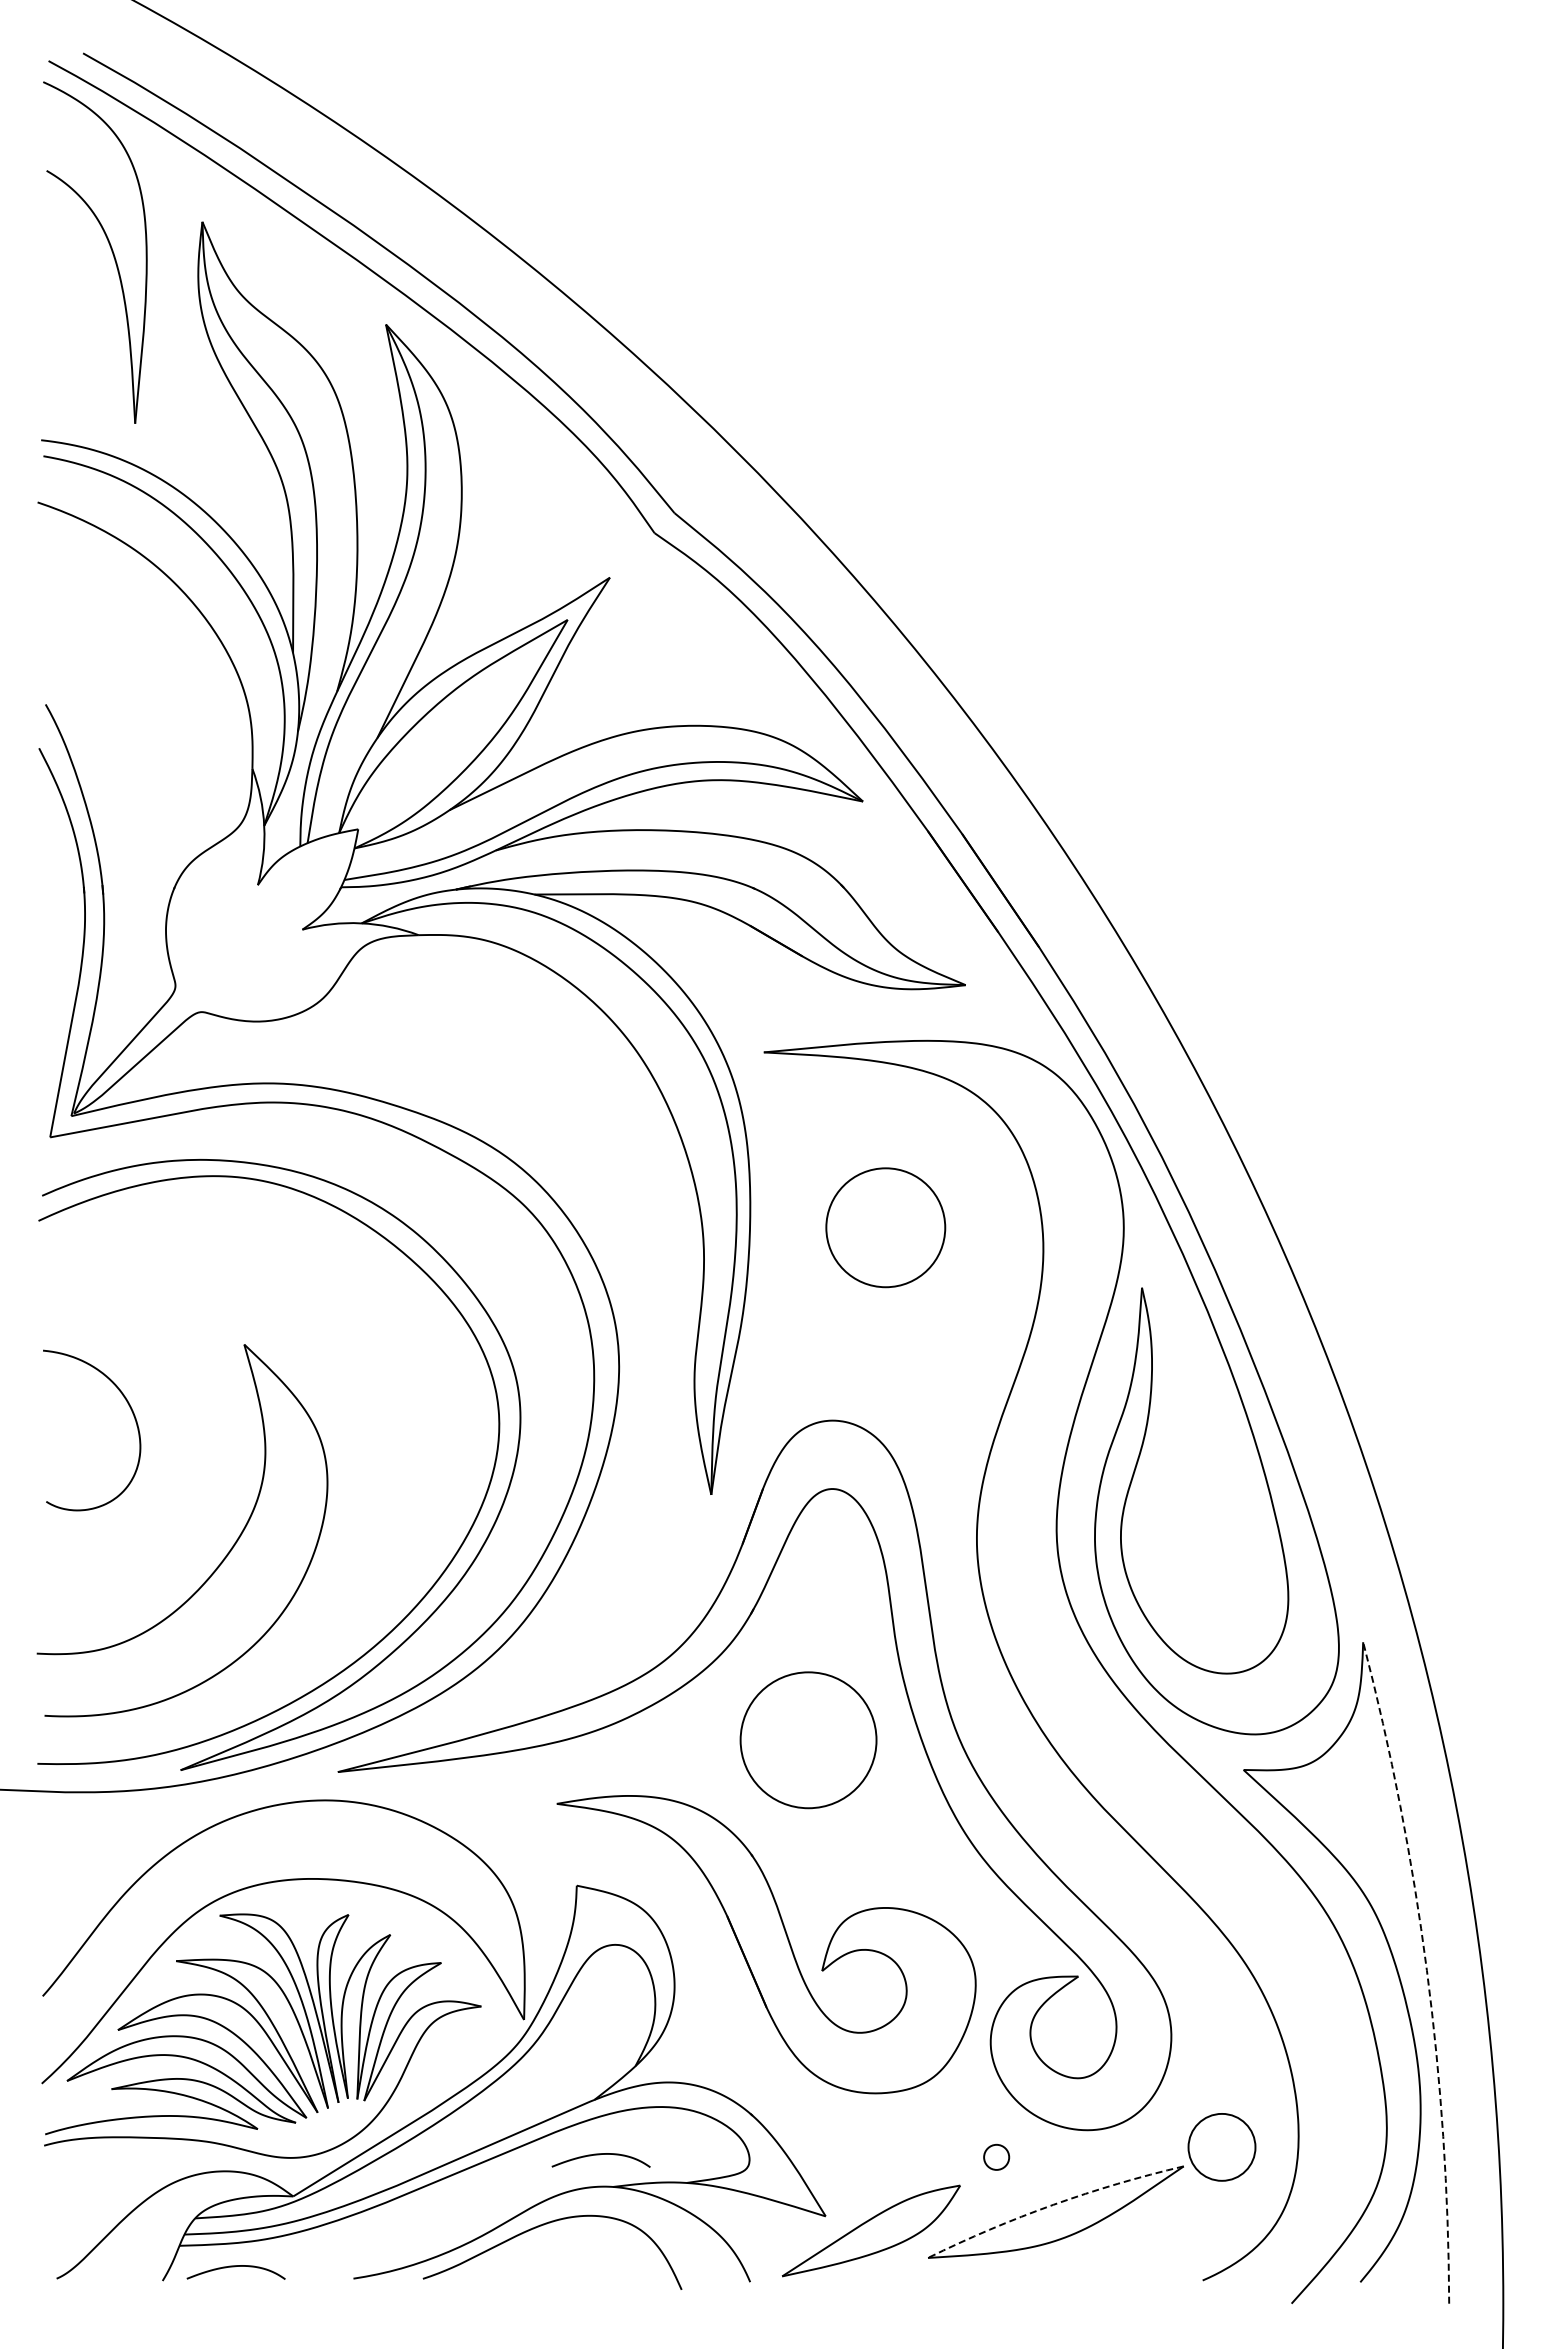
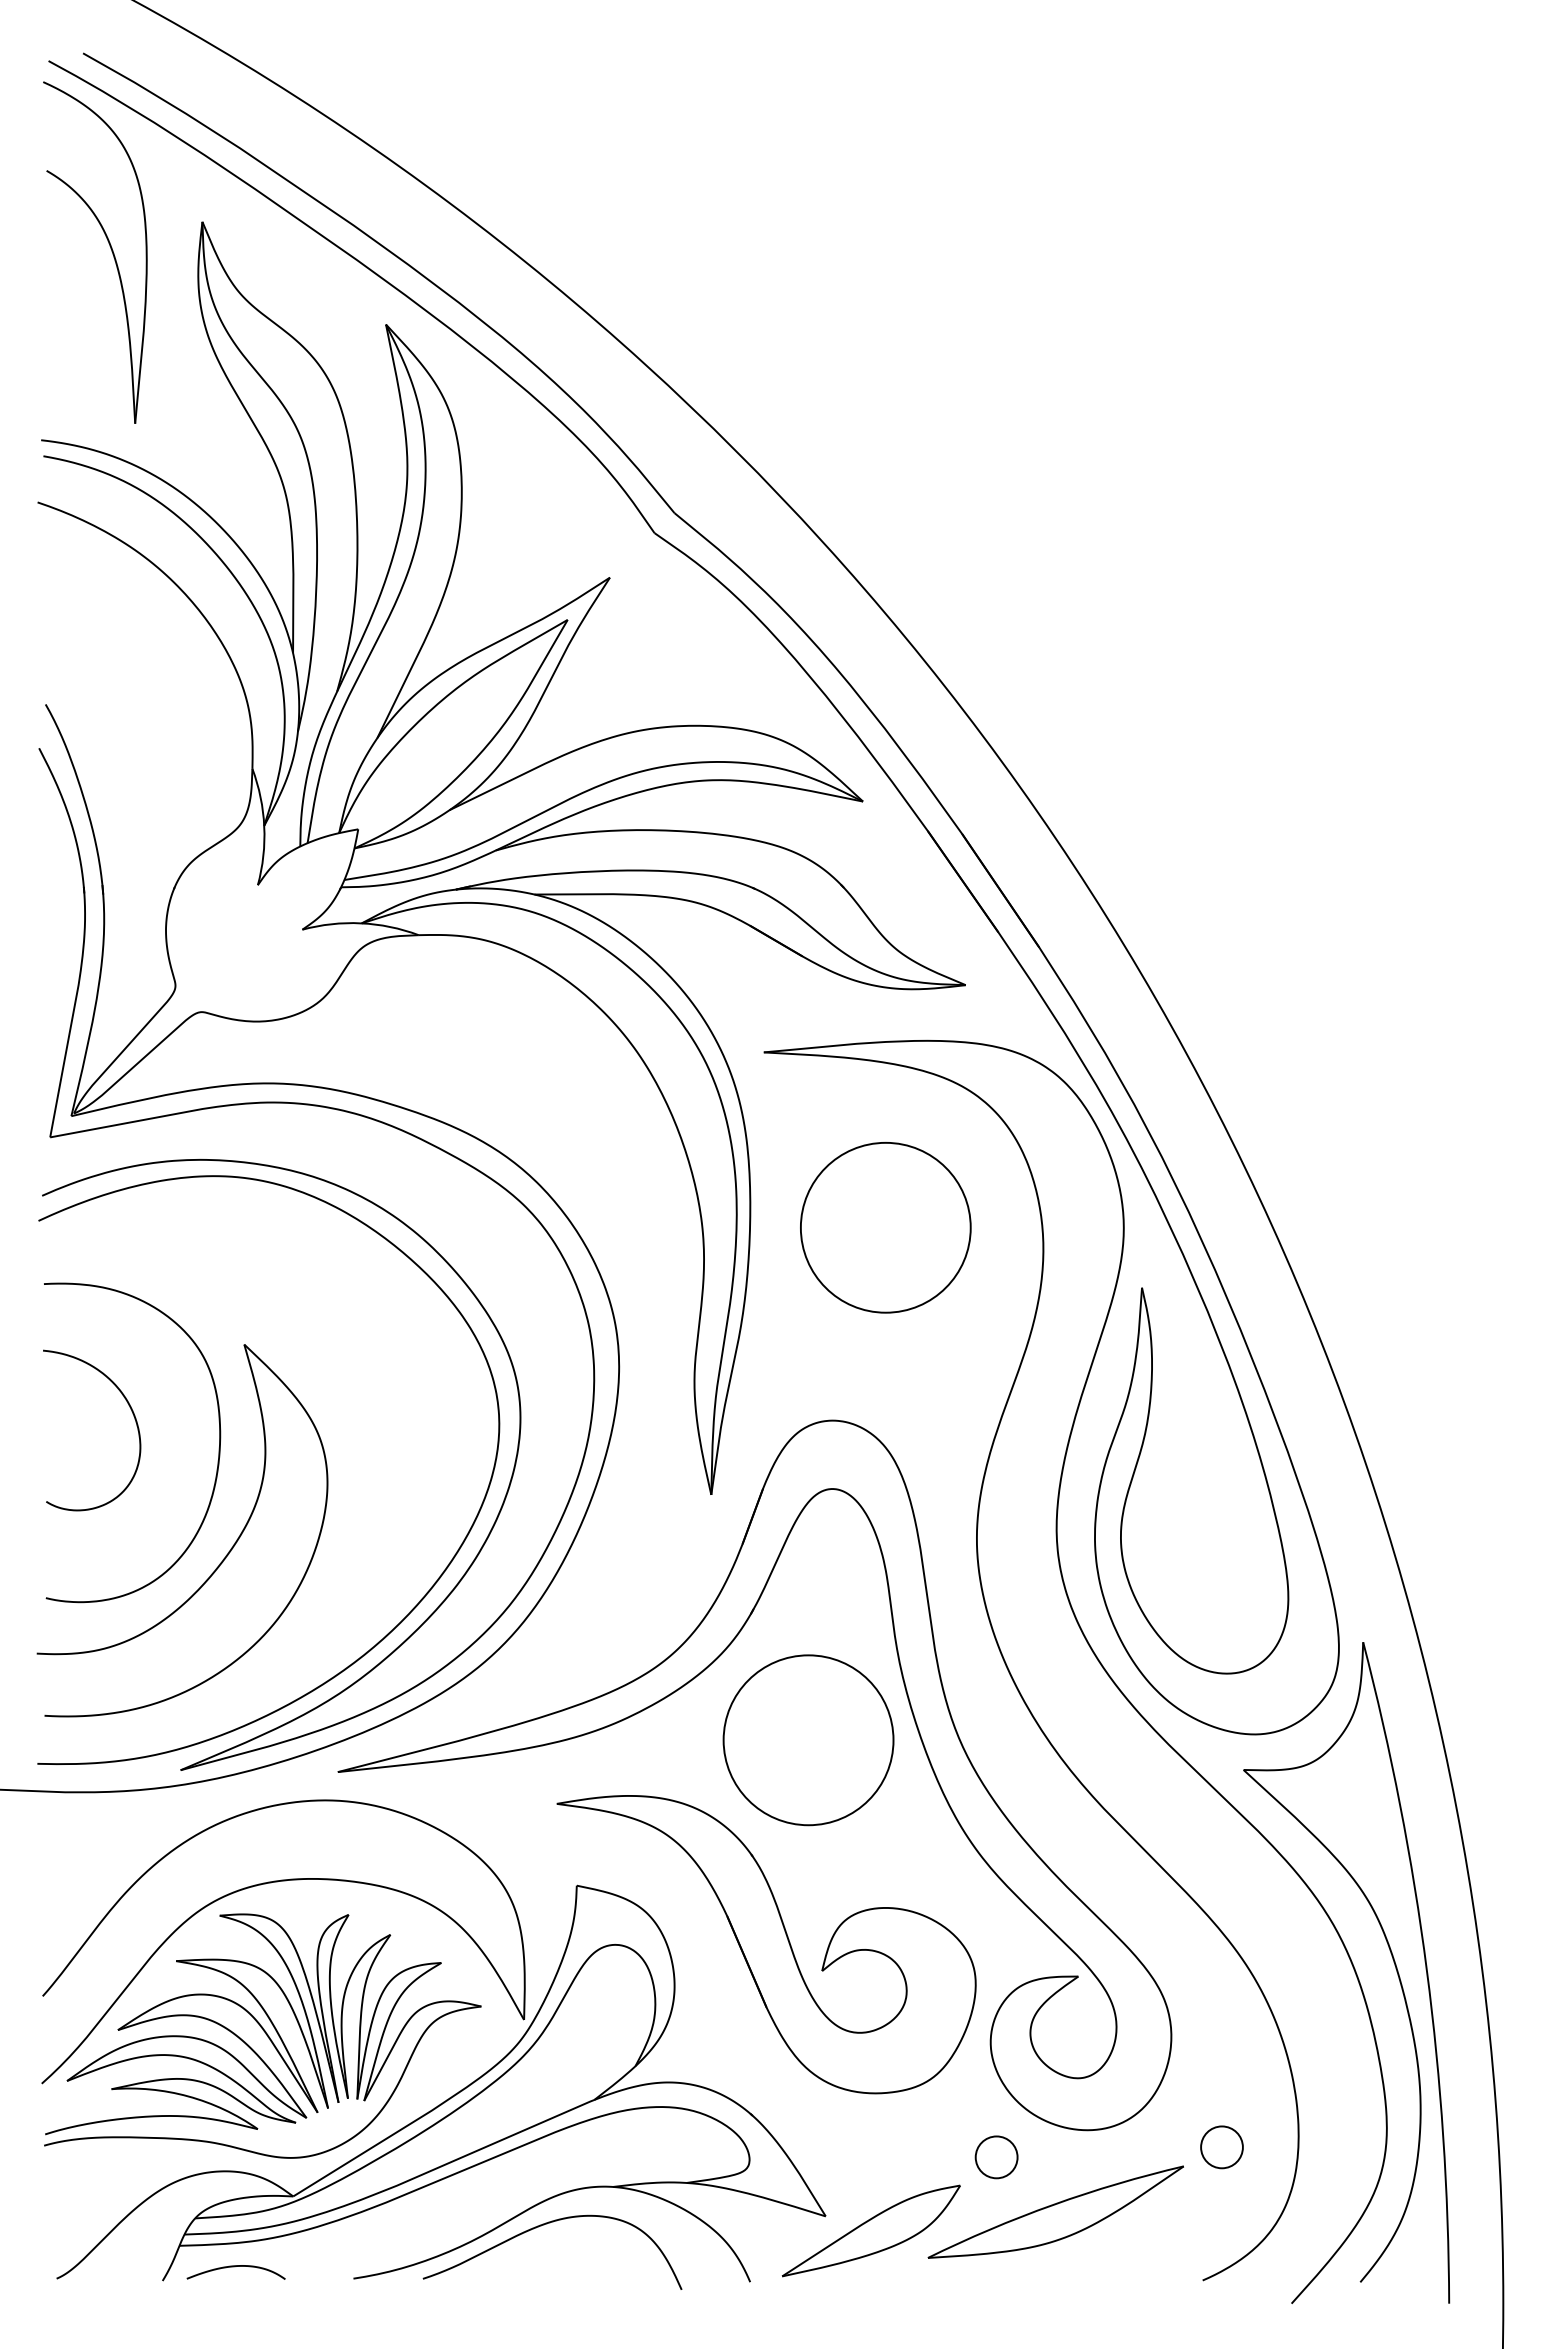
circle at (885, 1227) diameter: 119 px -> 170 px
curve at (218, 1448): none -> present
circle at (808, 1740) diameter: 136 px -> 170 px
arc at (1426, 1970): dashed -> solid
circle at (1221, 2146) diameter: 67 px -> 42 px
curve at (600, 2155): present -> none
circle at (996, 2156) diameter: 25 px -> 42 px
arc at (1053, 2204): dashed -> solid
